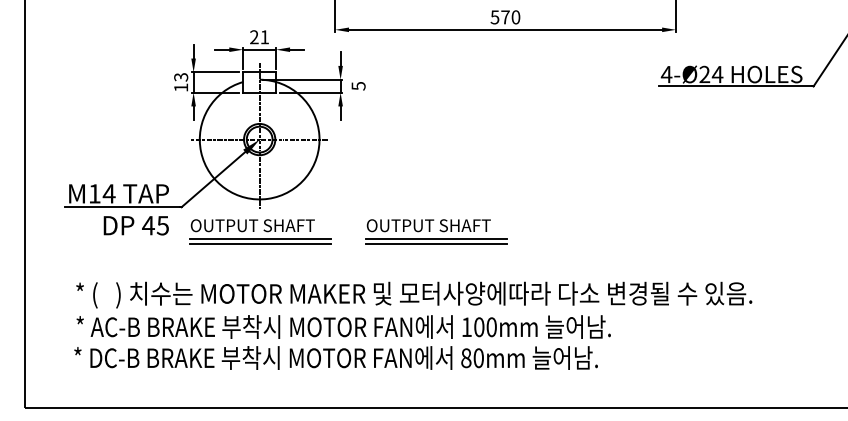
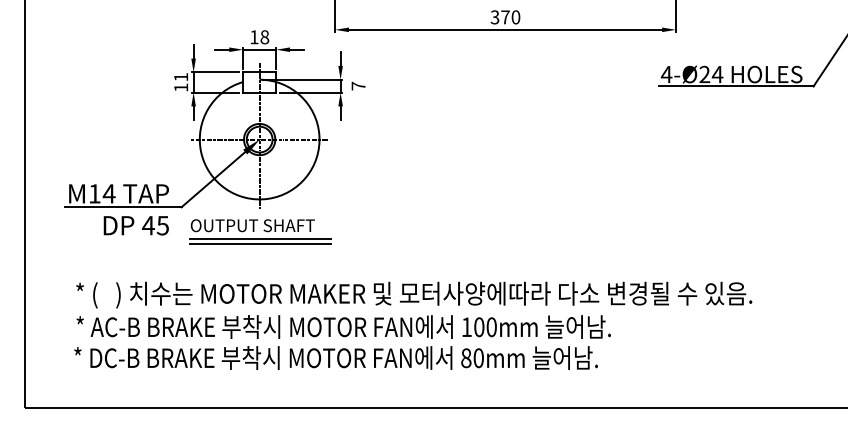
text at (495, 16): 570 -> 370
text at (259, 37): 21 -> 18
text at (181, 77): 13 -> 11
text at (358, 85): 5 -> 7
part at (436, 231): present -> none
